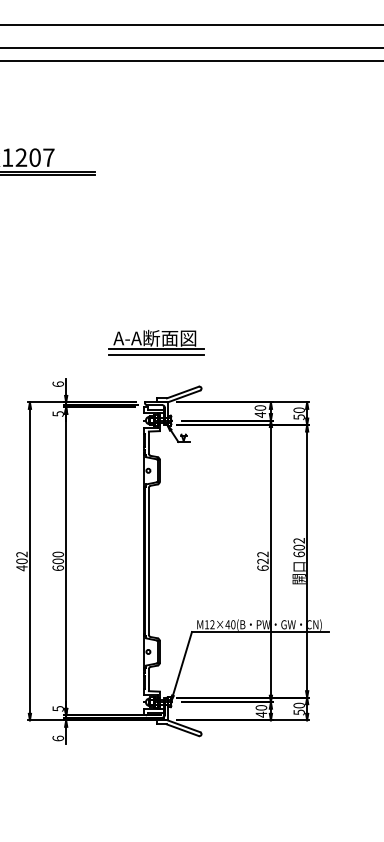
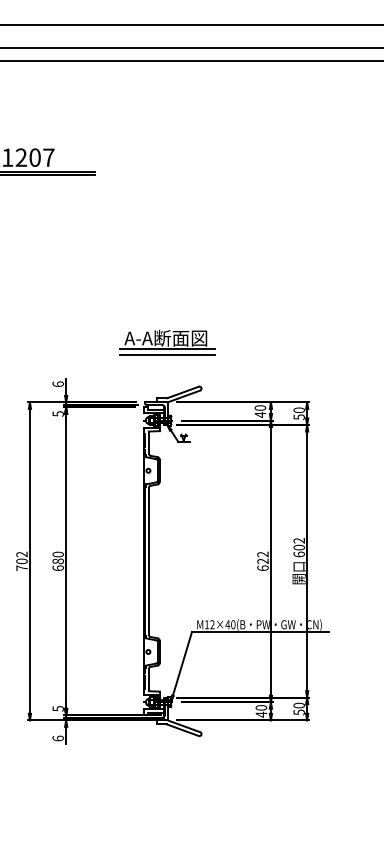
part at (156, 342) position: (156, 342) -> (167, 342)
text at (58, 561): 600 -> 680
text at (21, 568): 402 -> 702
